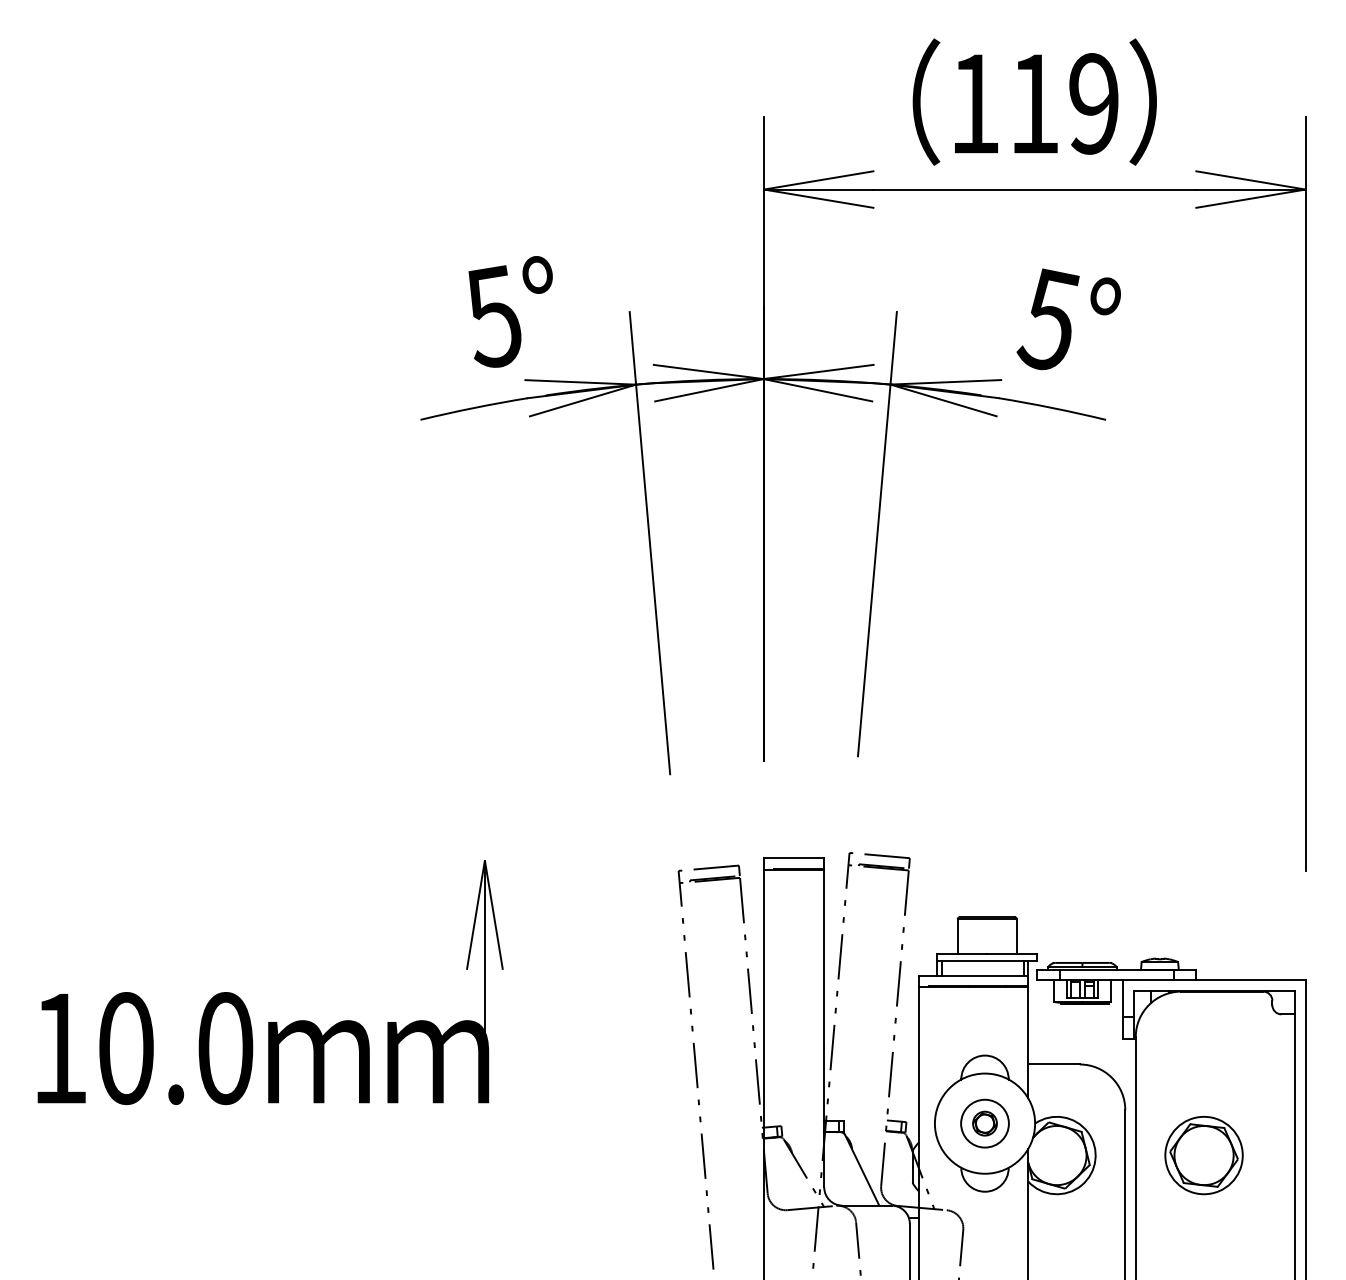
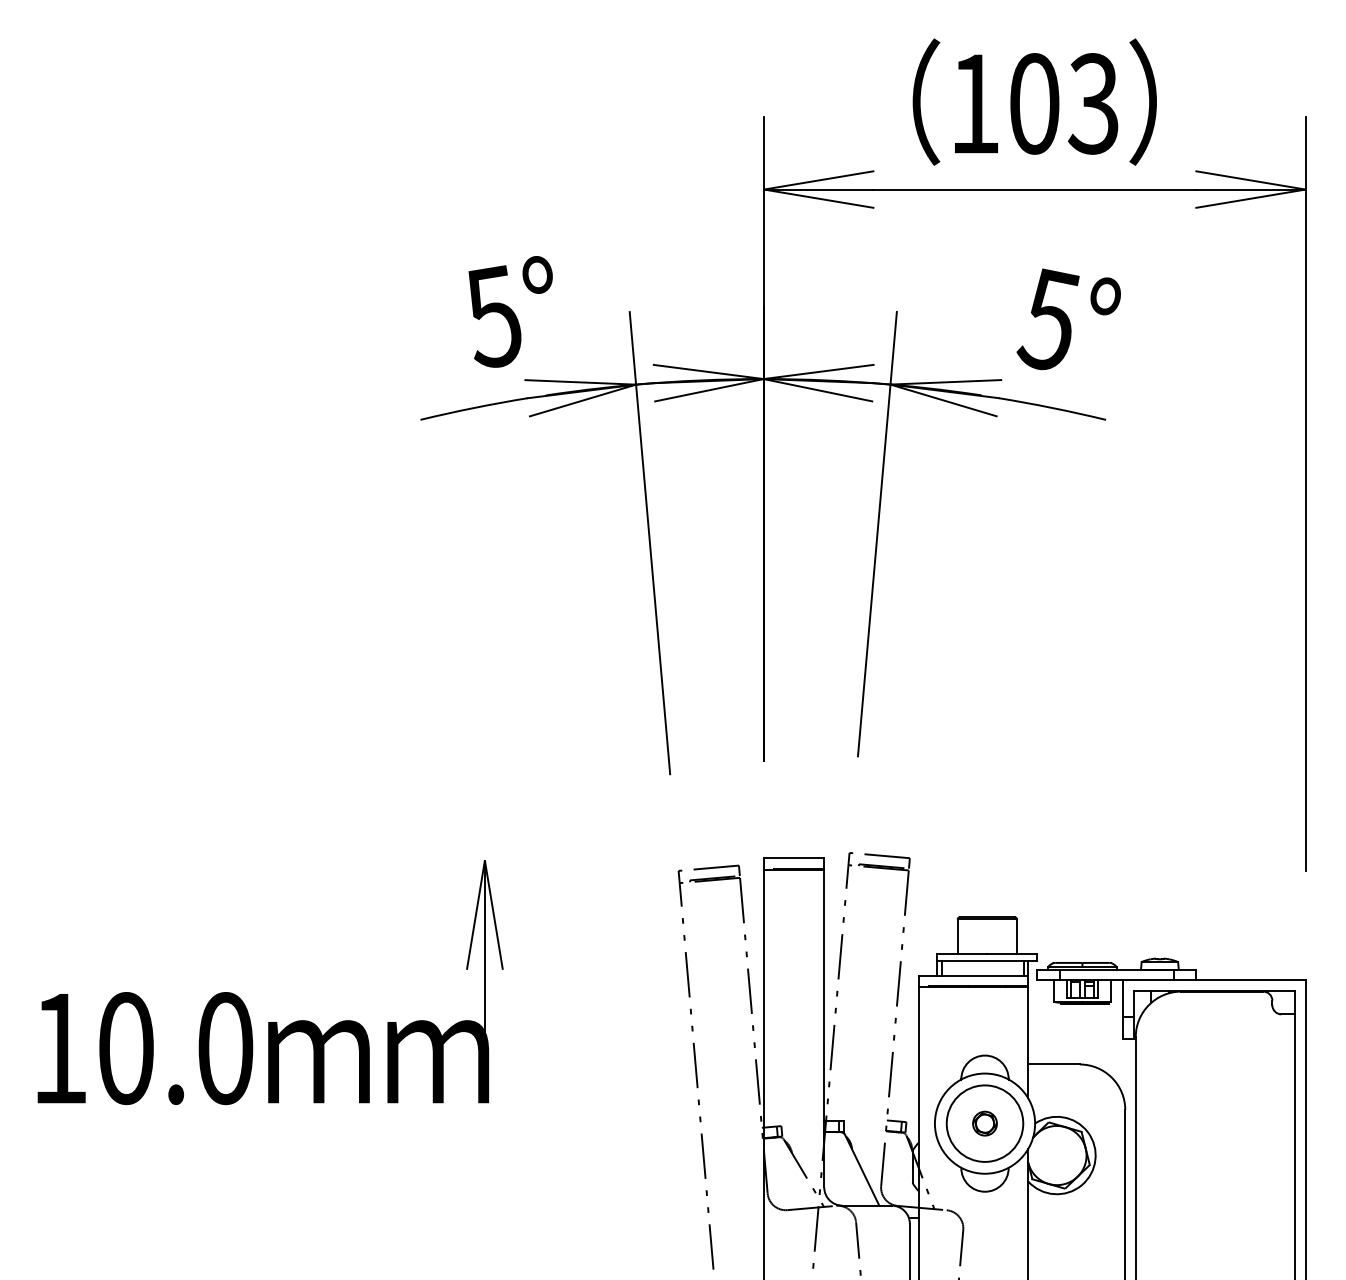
text at (1064, 103): 119 -> 103
circle at (984, 1123) diameter: 48 px -> 77 px
part at (1203, 1155): present -> none
